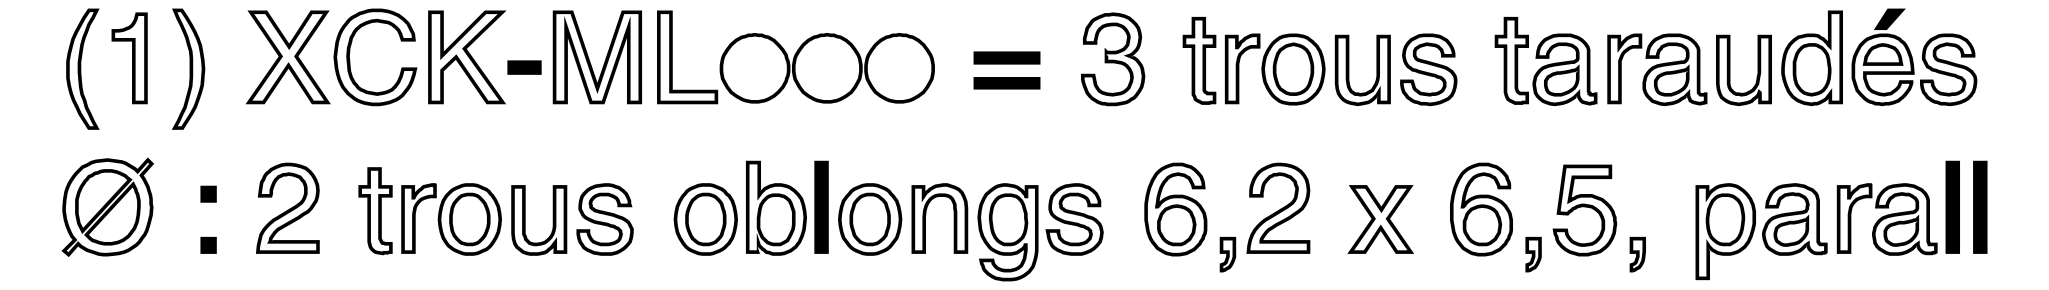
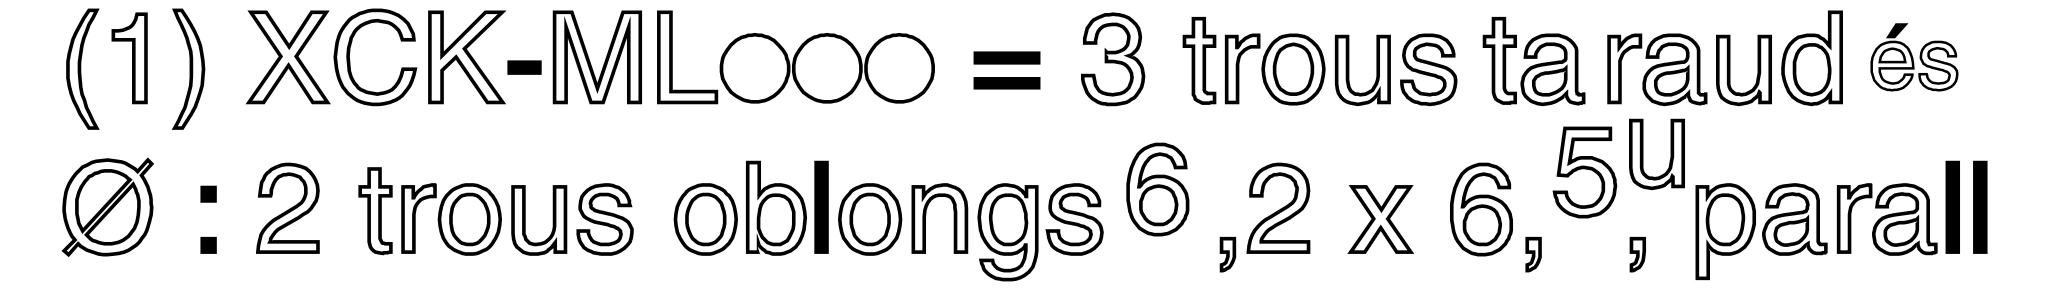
part at (1914, 57) size: 127x99 px -> 89x69 px
part at (1545, 61) position: (1545, 61) -> (1533, 61)
part at (1643, 154): none -> present
part at (1175, 209) position: (1175, 209) -> (1157, 189)
part at (1584, 210) position: (1584, 210) -> (1584, 172)
